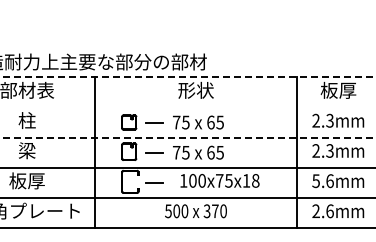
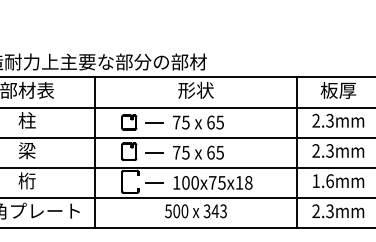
line at (188, 77): dashed -> solid
line at (187, 107): none -> present
line at (188, 137): dashed -> solid
text at (26, 180): 板厚 -> 桁
text at (219, 180) position: (219, 180) -> (212, 182)
text at (315, 181): 5.6mm -> 1.6mm
text at (218, 211): 370 -> 343
text at (329, 211): 2.6mm -> 2.3mm
